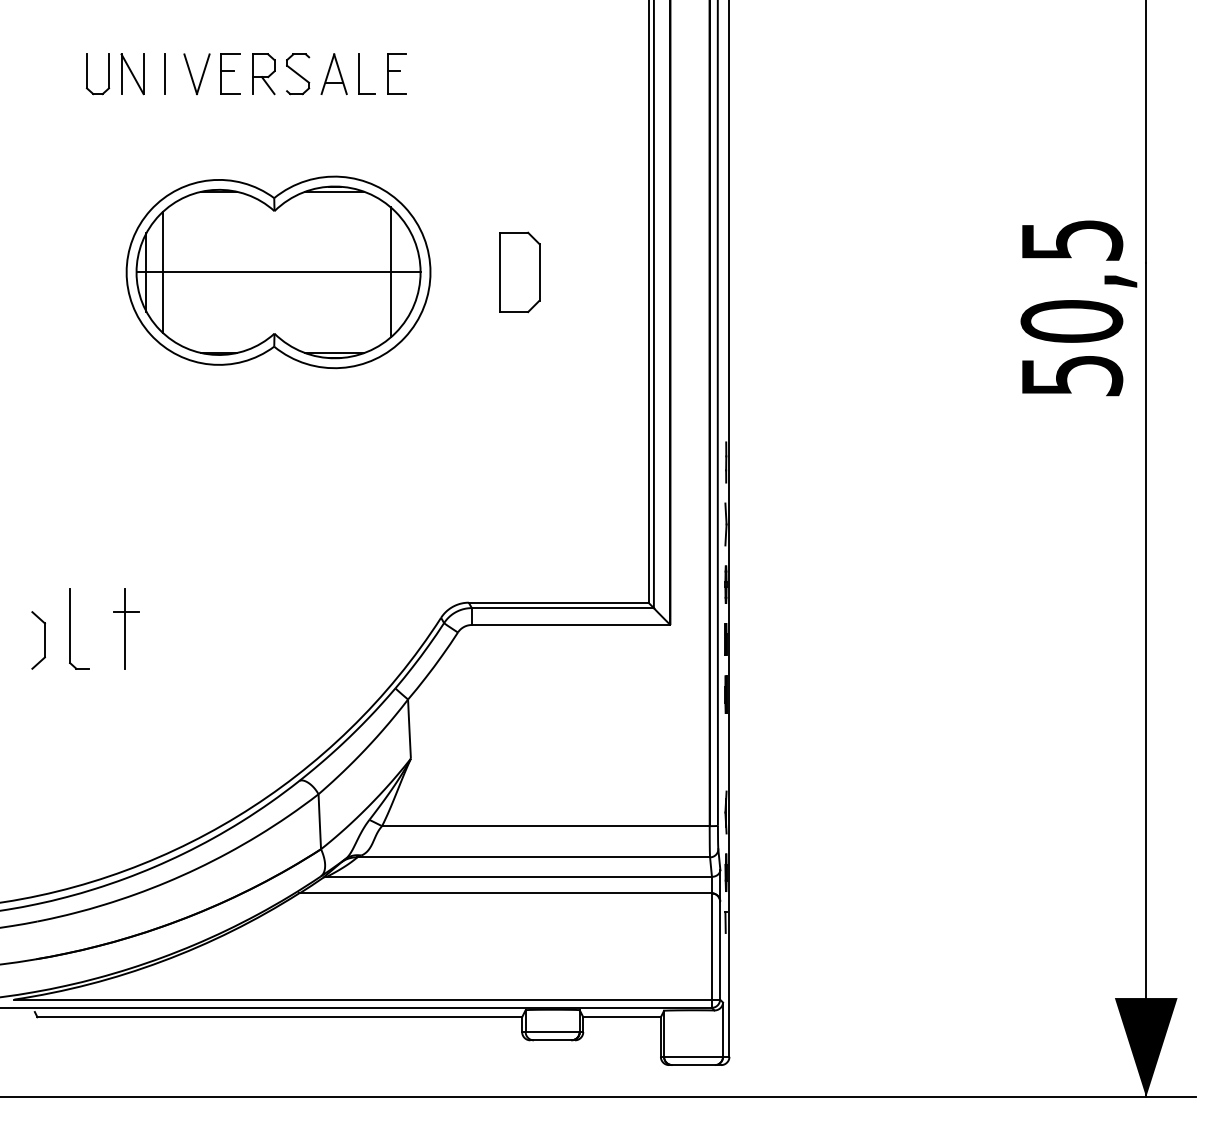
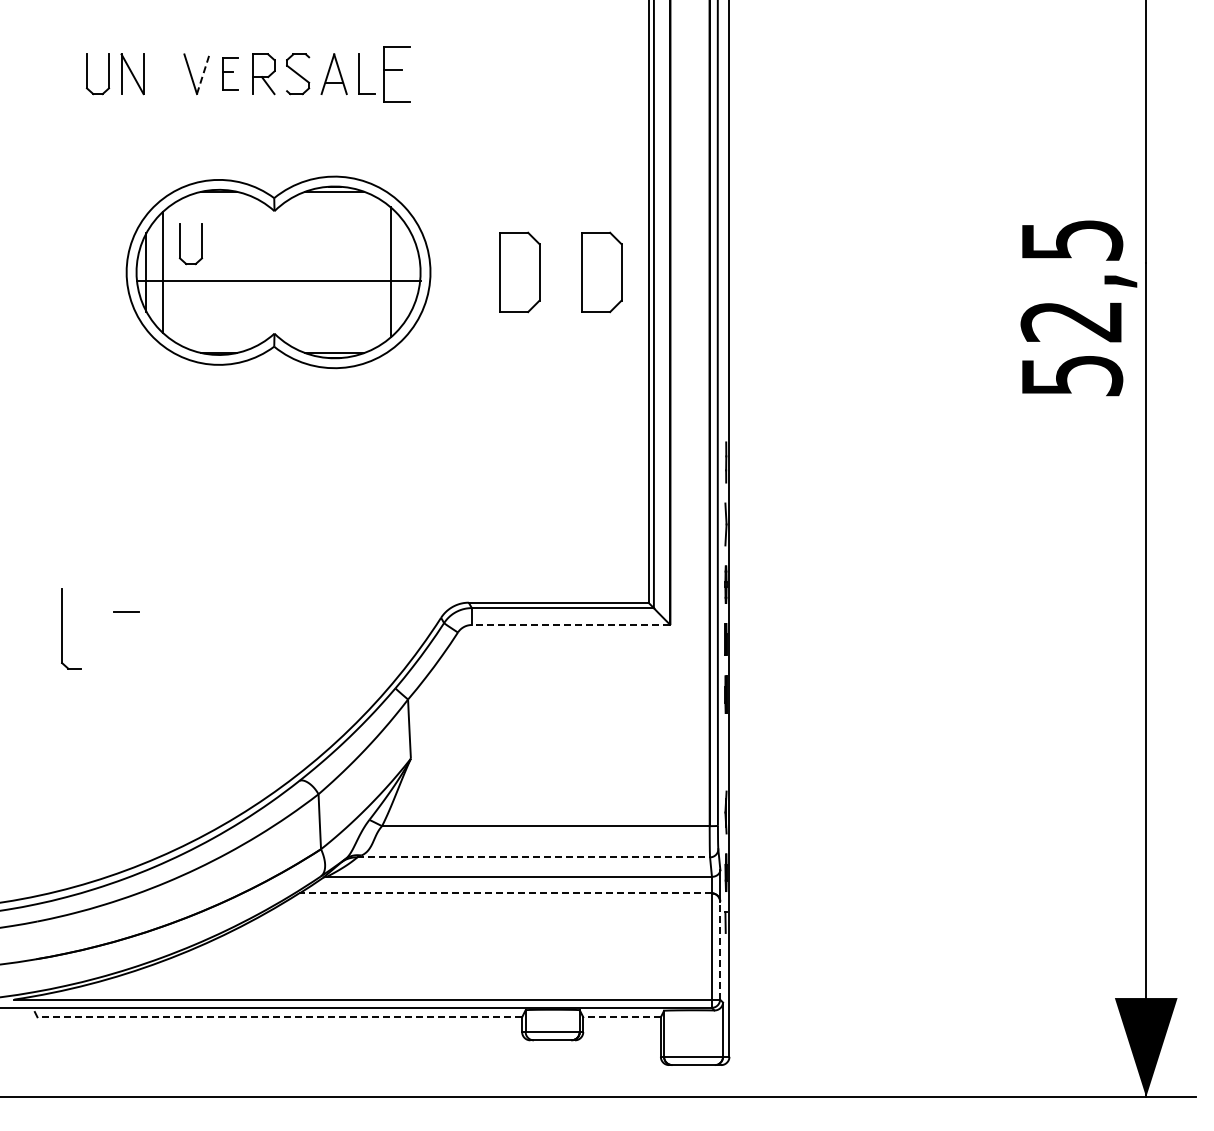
part at (230, 73) size: 21x42 px -> 17x34 px
part at (396, 73) size: 20x42 px -> 28x57 px
line at (164, 74): present -> none
line at (203, 74): solid -> dashed
part at (180, 244): none -> present
line at (278, 272) position: (278, 272) -> (278, 281)
part at (601, 272): none -> present
text at (1071, 321): 50,5 -> 52,5
line at (570, 625): solid -> dashed
part at (70, 628) position: (70, 628) -> (62, 628)
line at (124, 628): present -> none
part at (38, 640): present -> none
line at (534, 857): solid -> dashed
line at (504, 893): solid -> dashed
line at (720, 950): solid -> dashed
line at (279, 1017): solid -> dashed
line at (622, 1017): solid -> dashed
